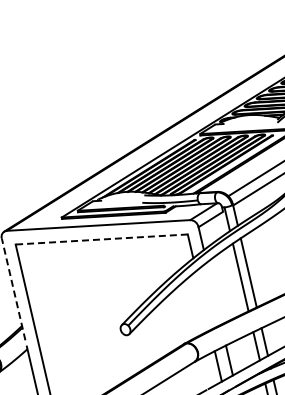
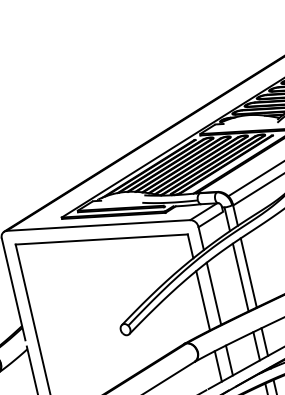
line at (101, 239): dashed -> solid
line at (13, 289): dashed -> solid
line at (213, 293): none -> present
line at (203, 300): none -> present
